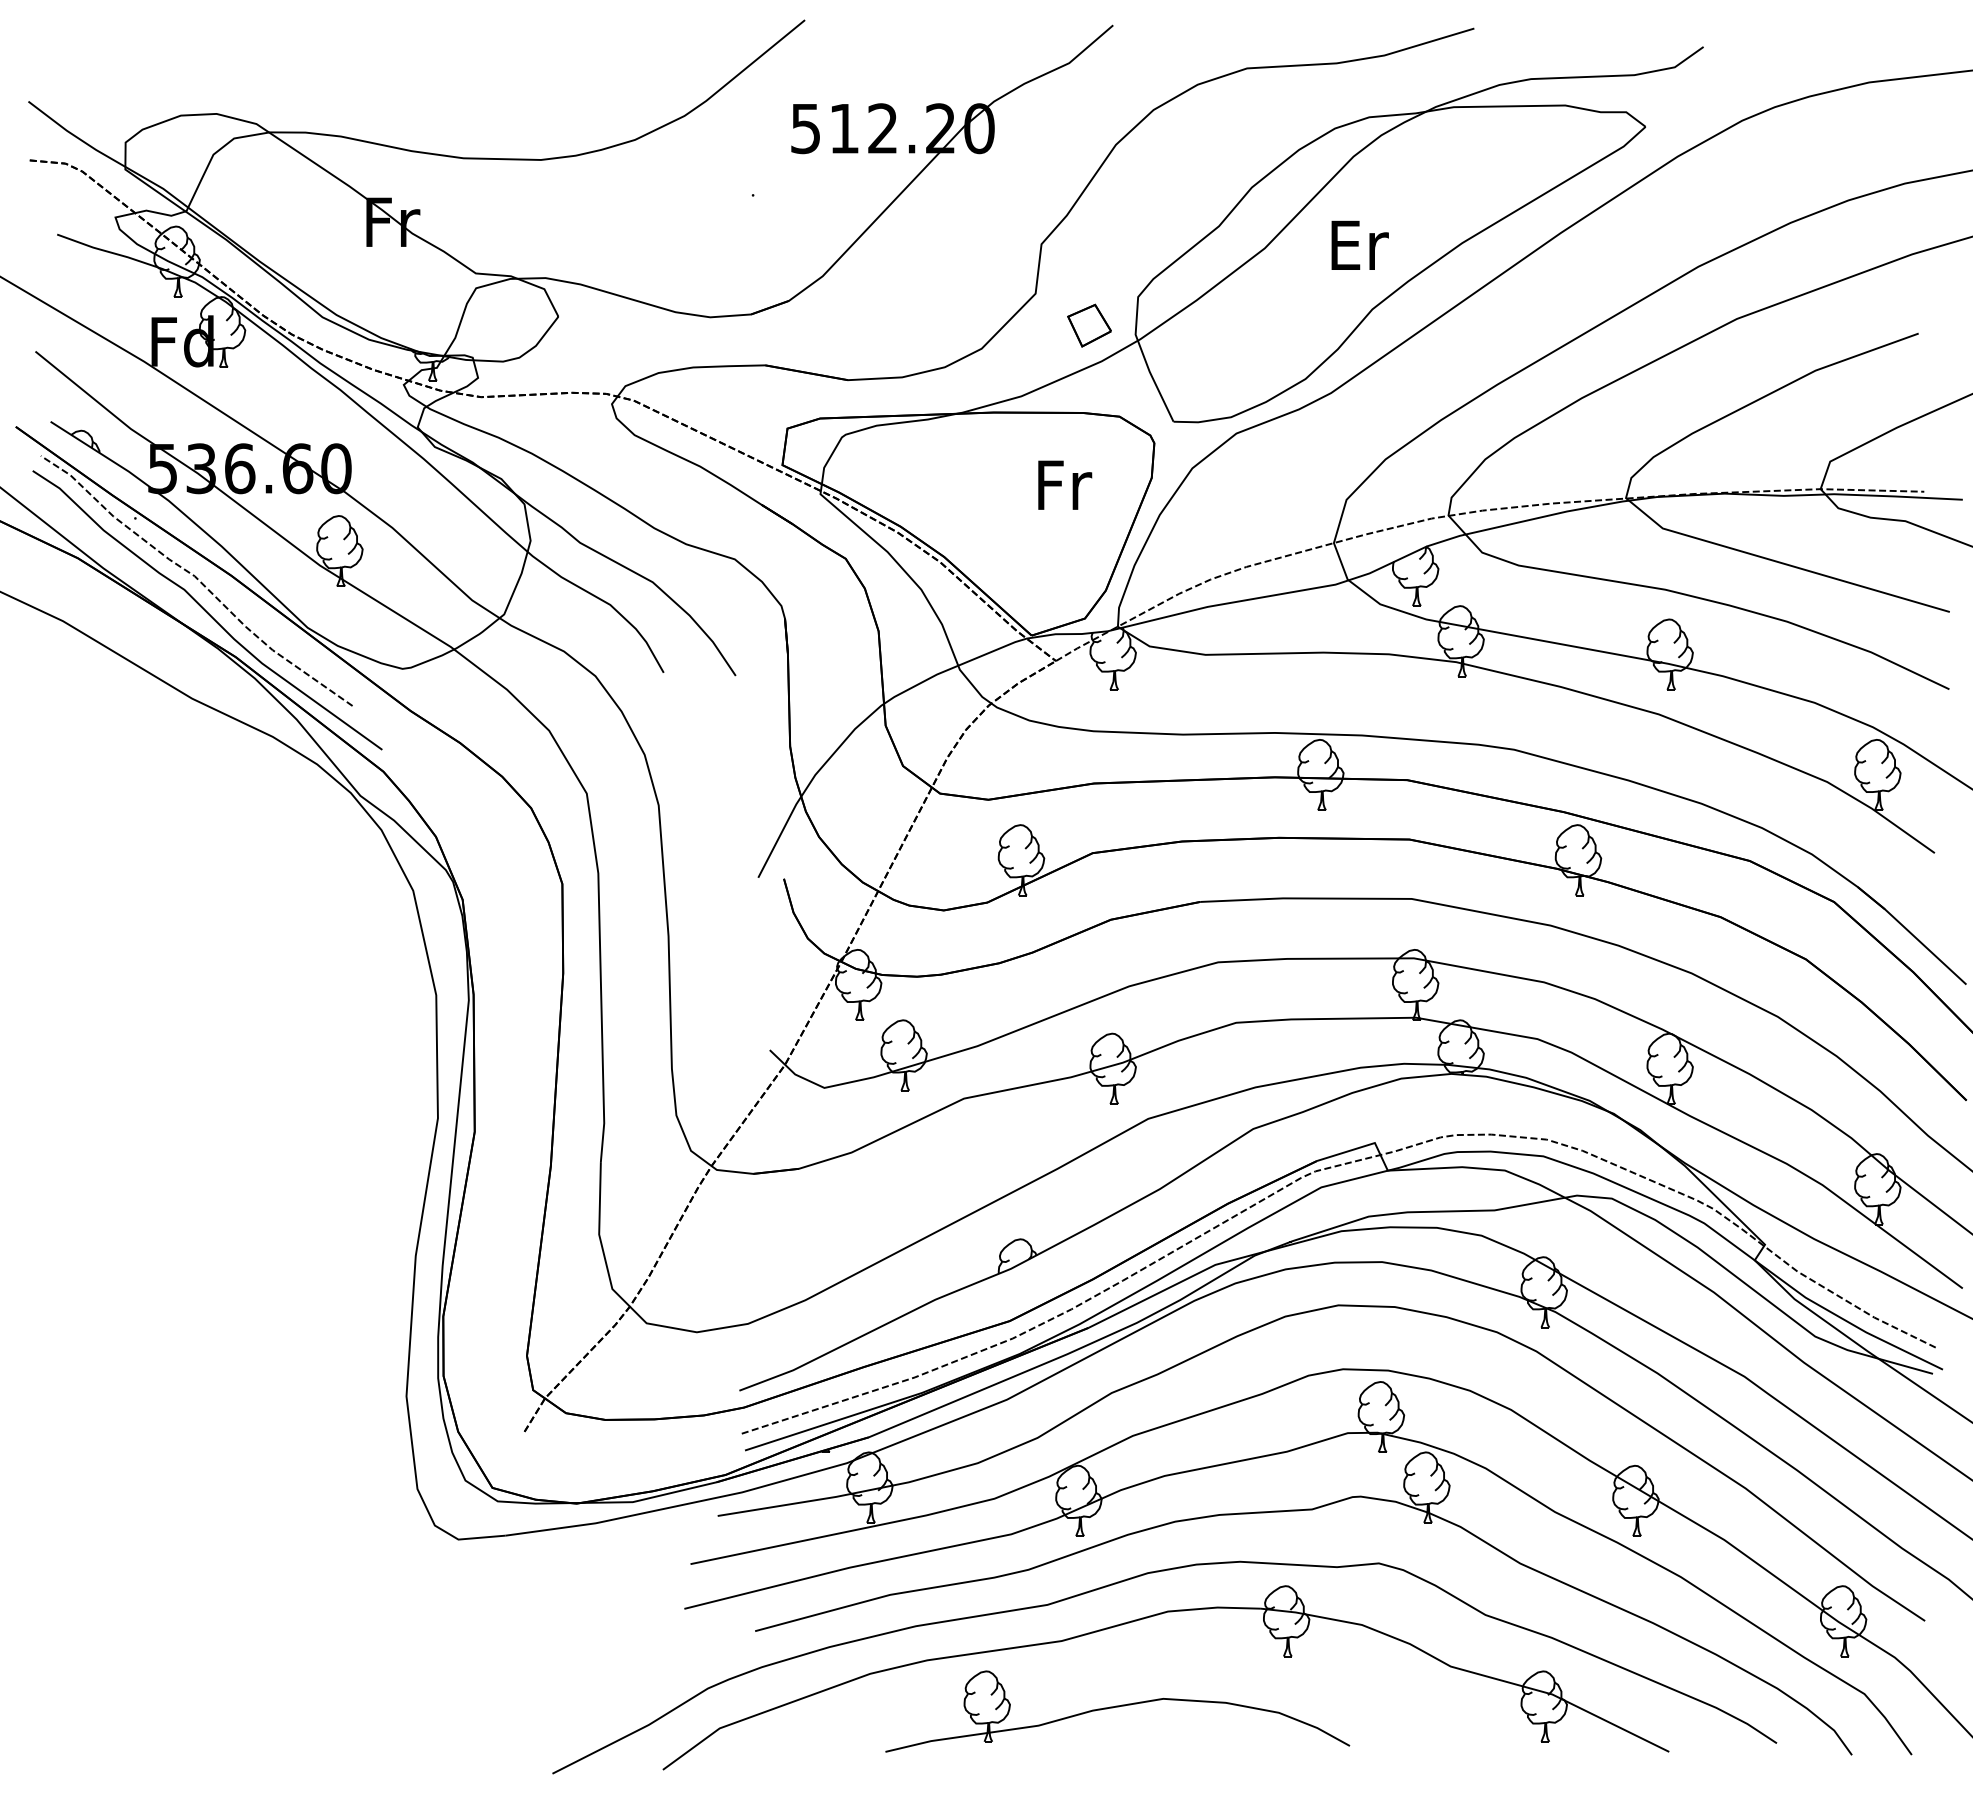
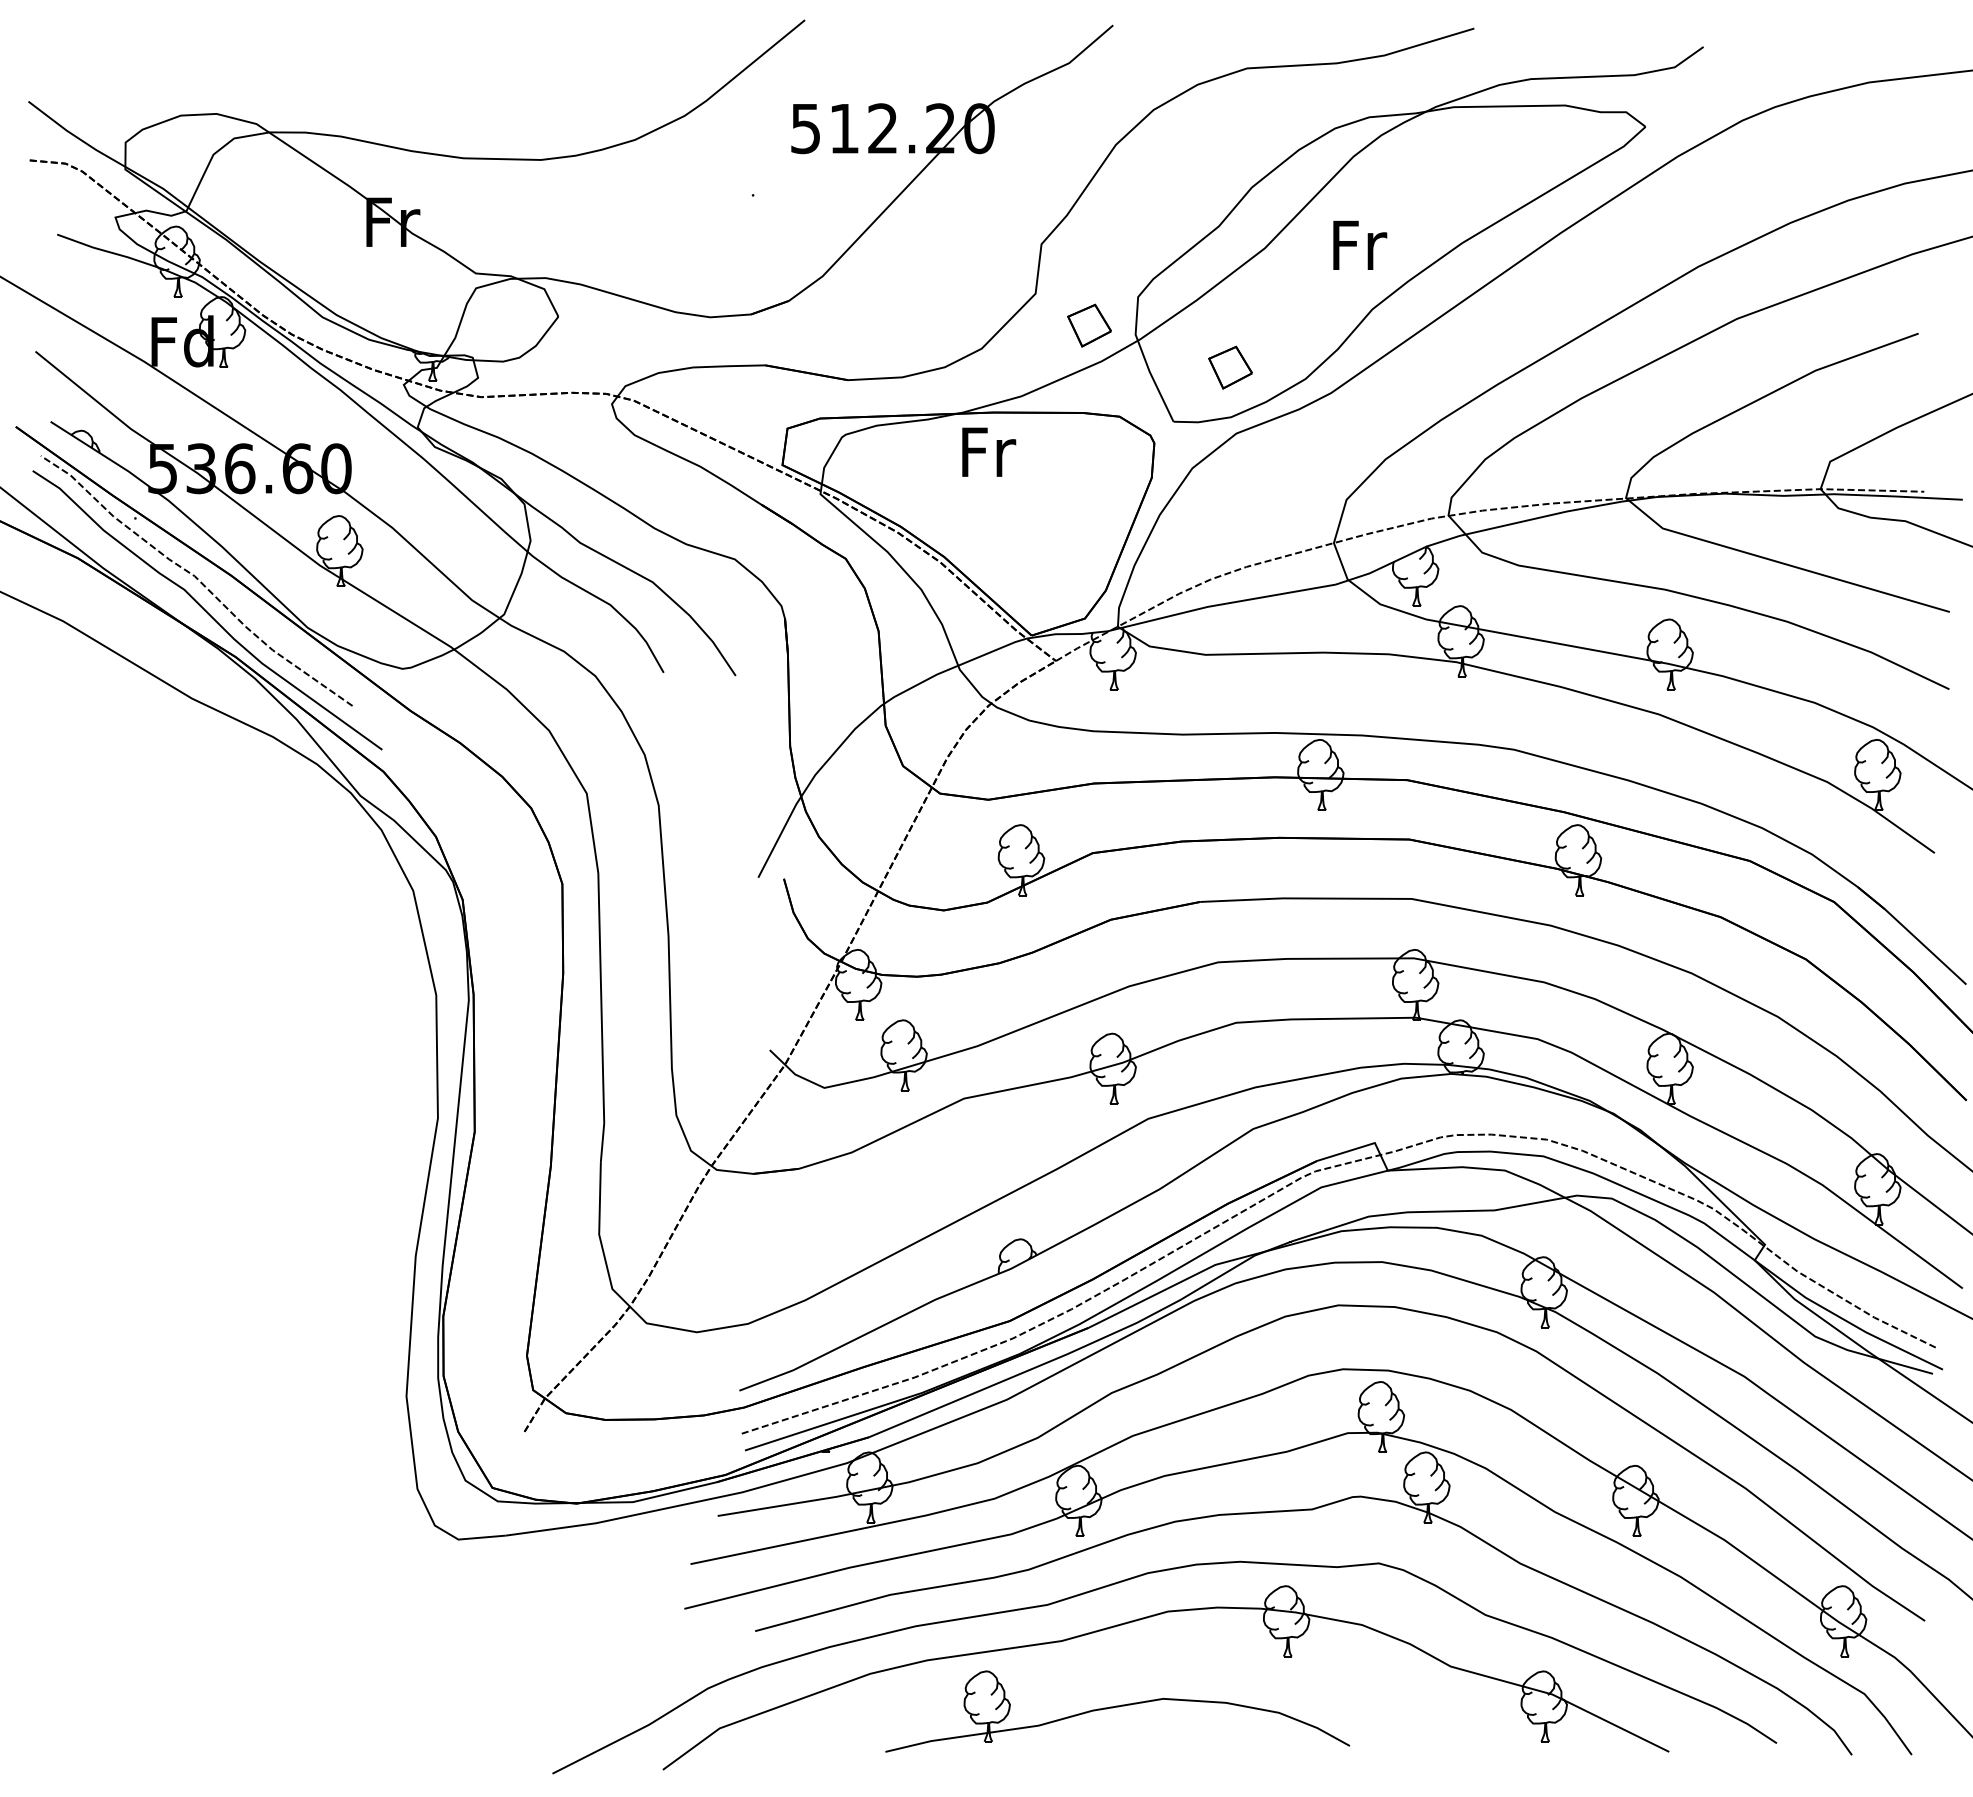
text at (1359, 244): Er -> Fr
part at (1230, 367): none -> present
text at (1065, 484) position: (1065, 484) -> (989, 451)
